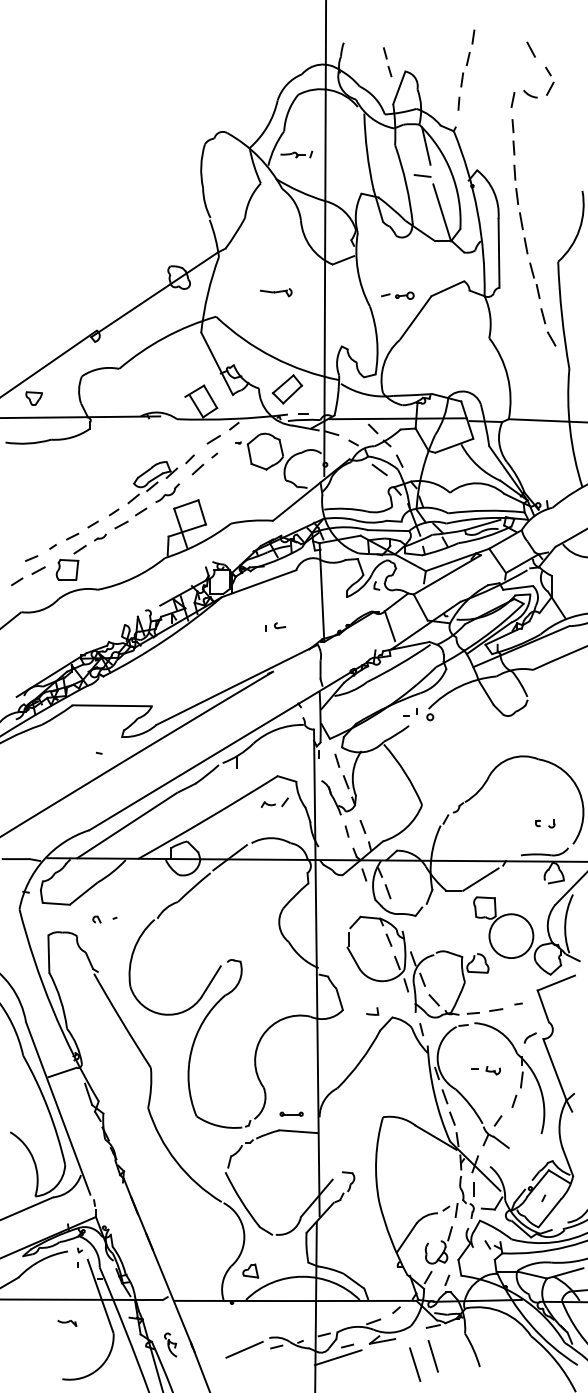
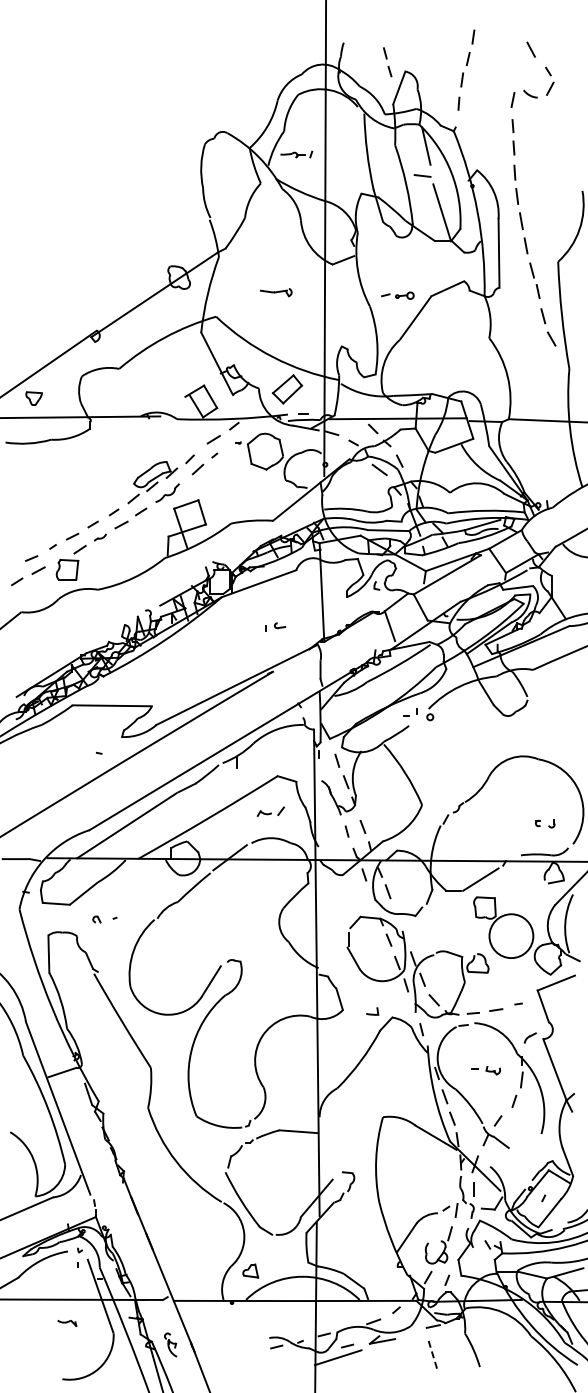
part at (274, 802) position: (274, 802) -> (270, 811)
part at (291, 1113): present -> none
line at (244, 1349): present -> none
line at (433, 1356): solid -> dashed
line at (415, 1364): present -> none
